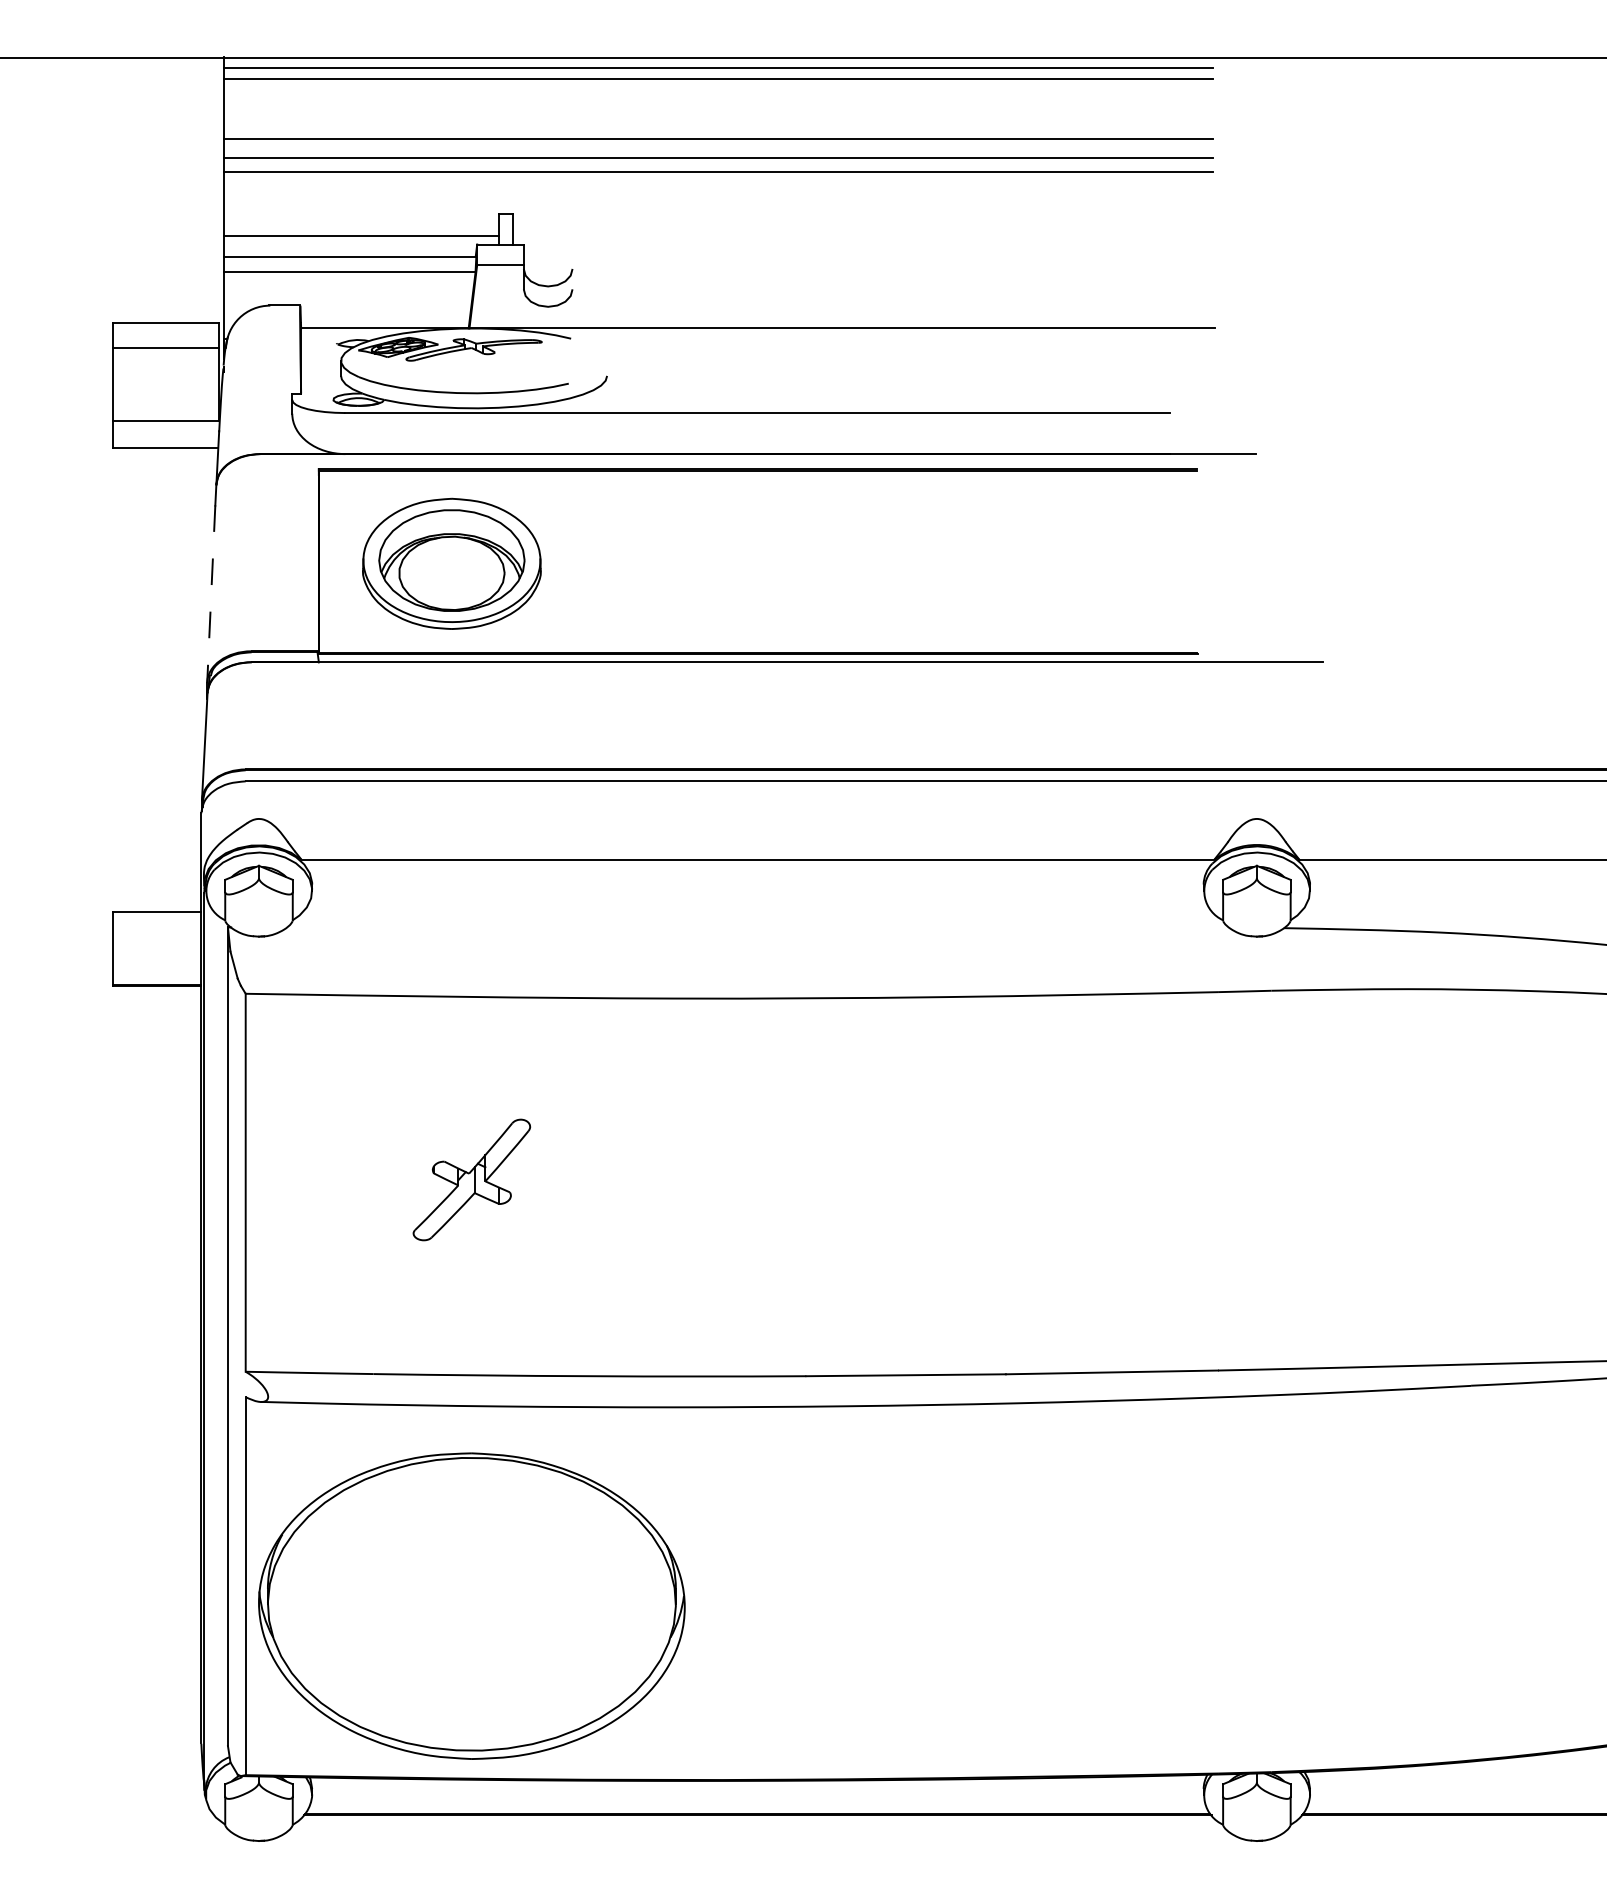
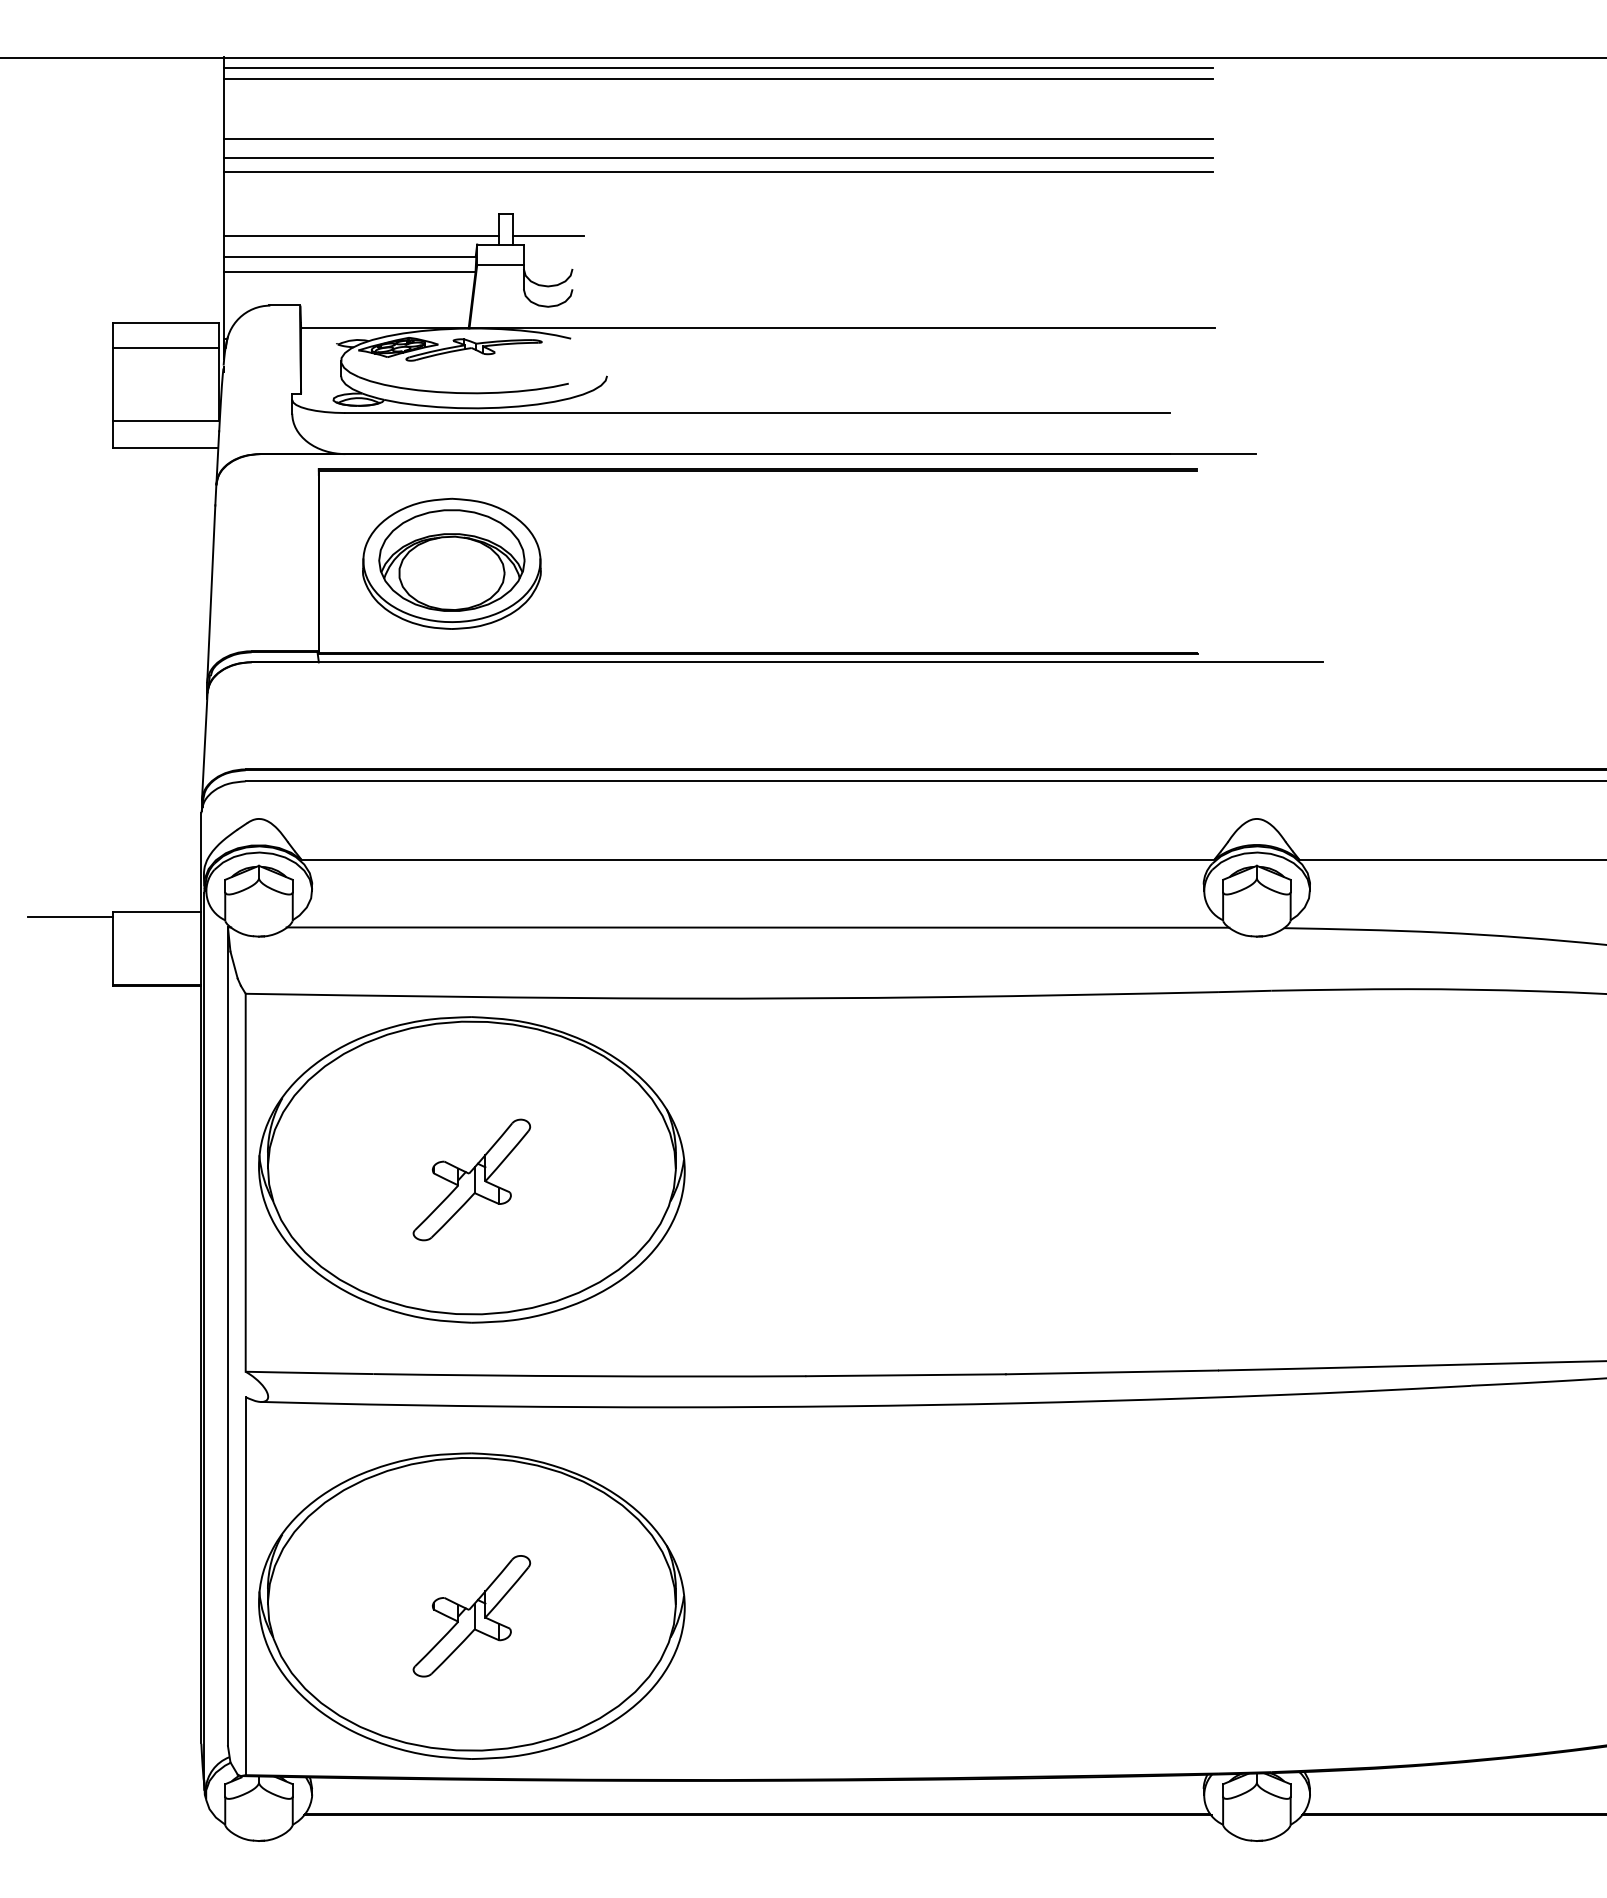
line at (547, 235): none -> present
line at (211, 594): dashed -> solid
line at (70, 917): none -> present
line at (757, 927): none -> present
part at (471, 1169): none -> present
part at (471, 1616): none -> present
